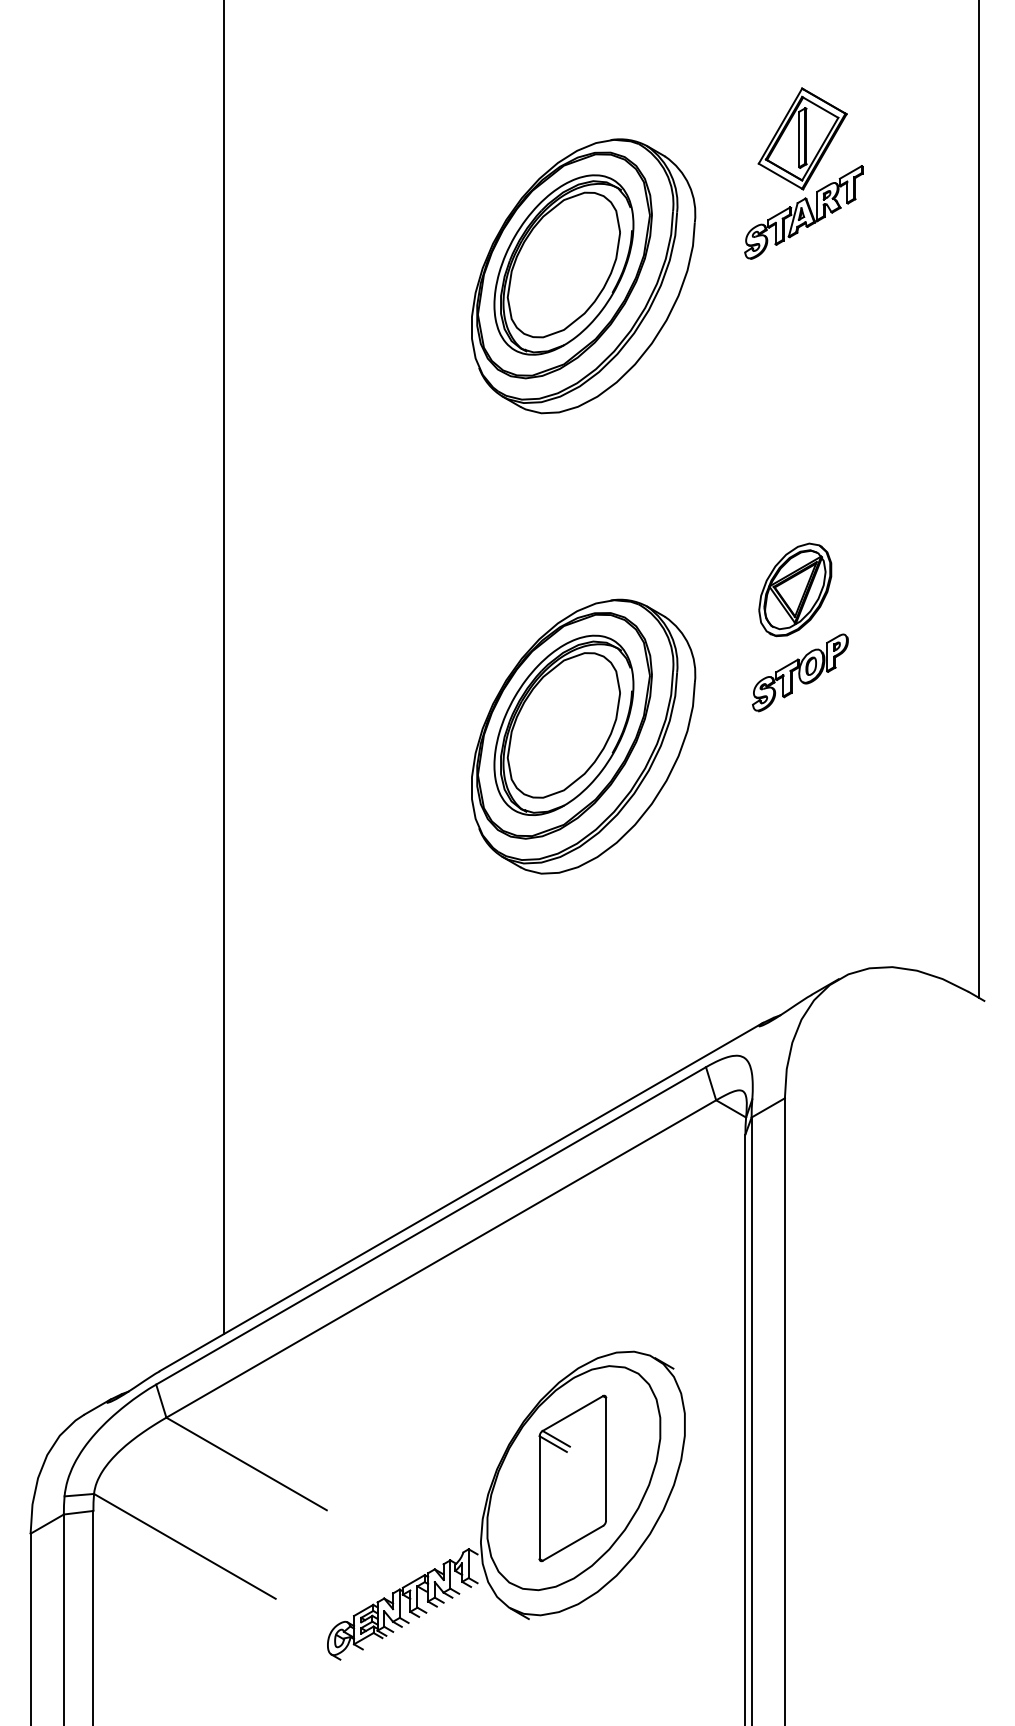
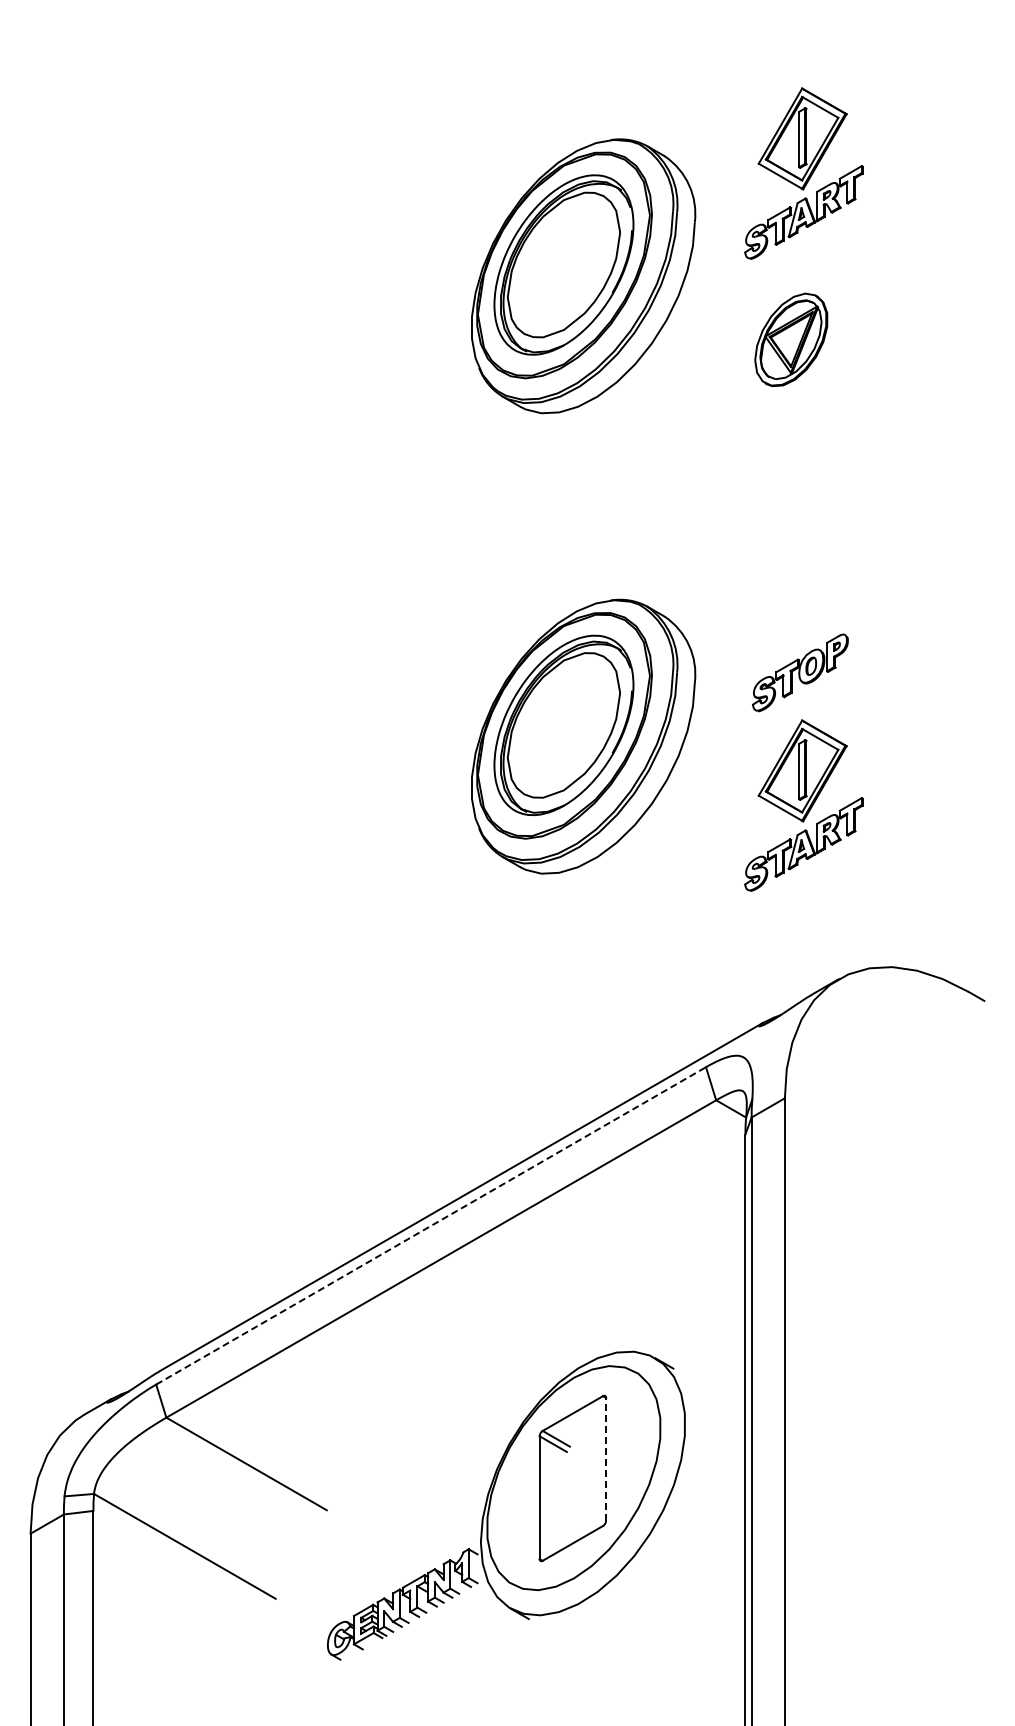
line at (978, 499): present -> none
part at (795, 589) position: (795, 589) -> (791, 339)
line at (223, 668): present -> none
part at (803, 805): none -> present
line at (431, 1225): solid -> dashed
line at (606, 1458): solid -> dashed
